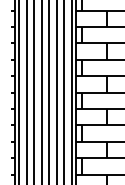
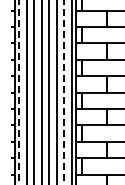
line at (19, 92): solid -> dashed
line at (63, 92): solid -> dashed
